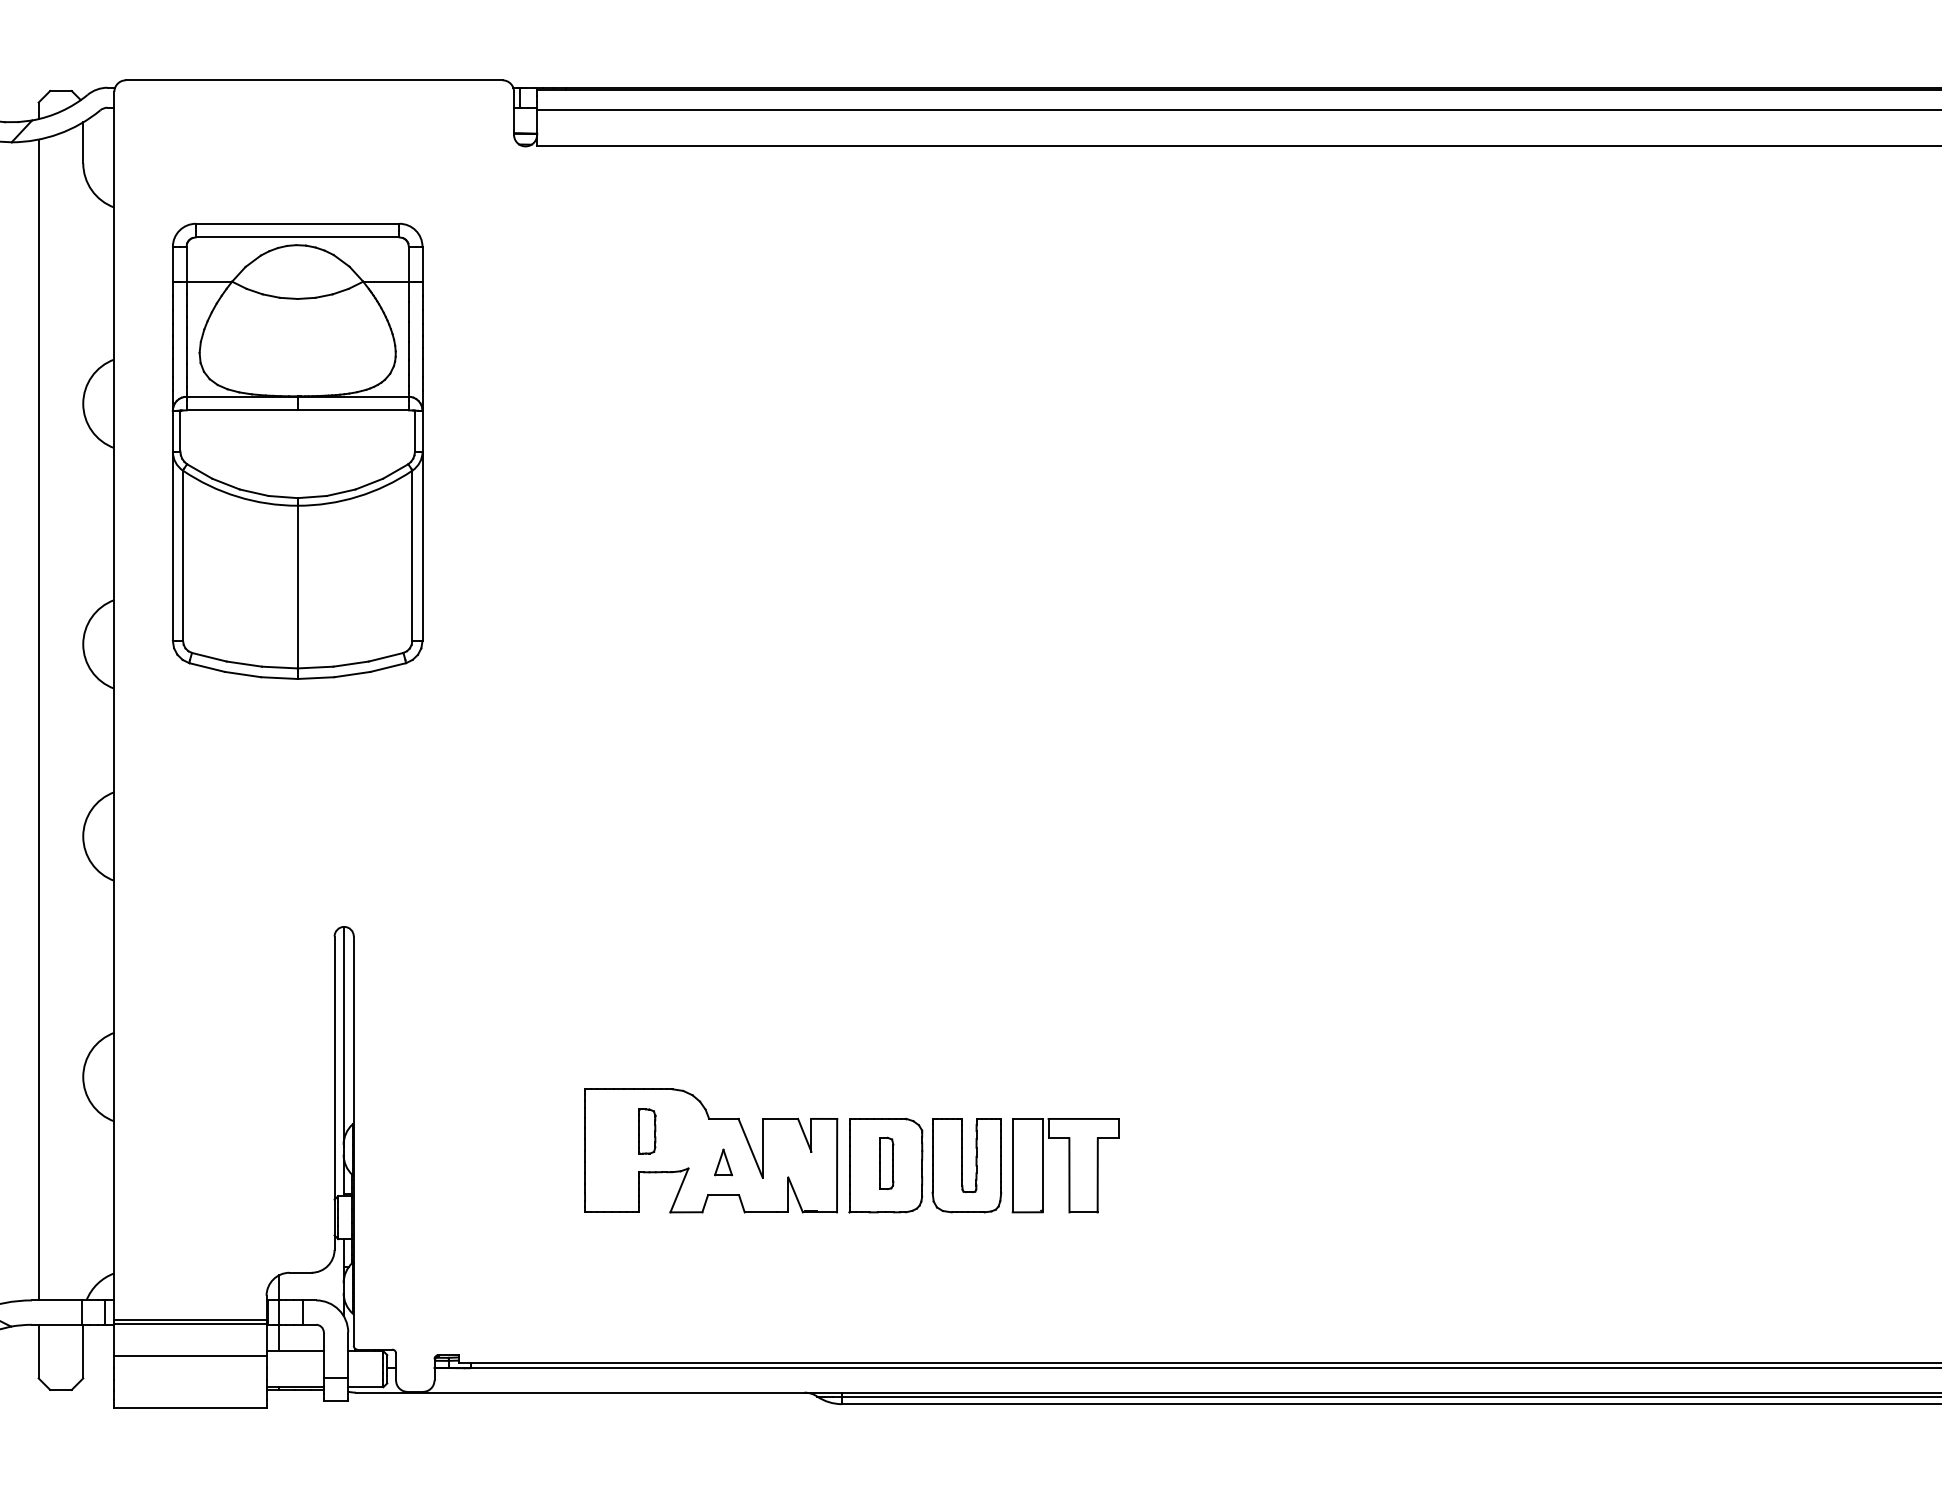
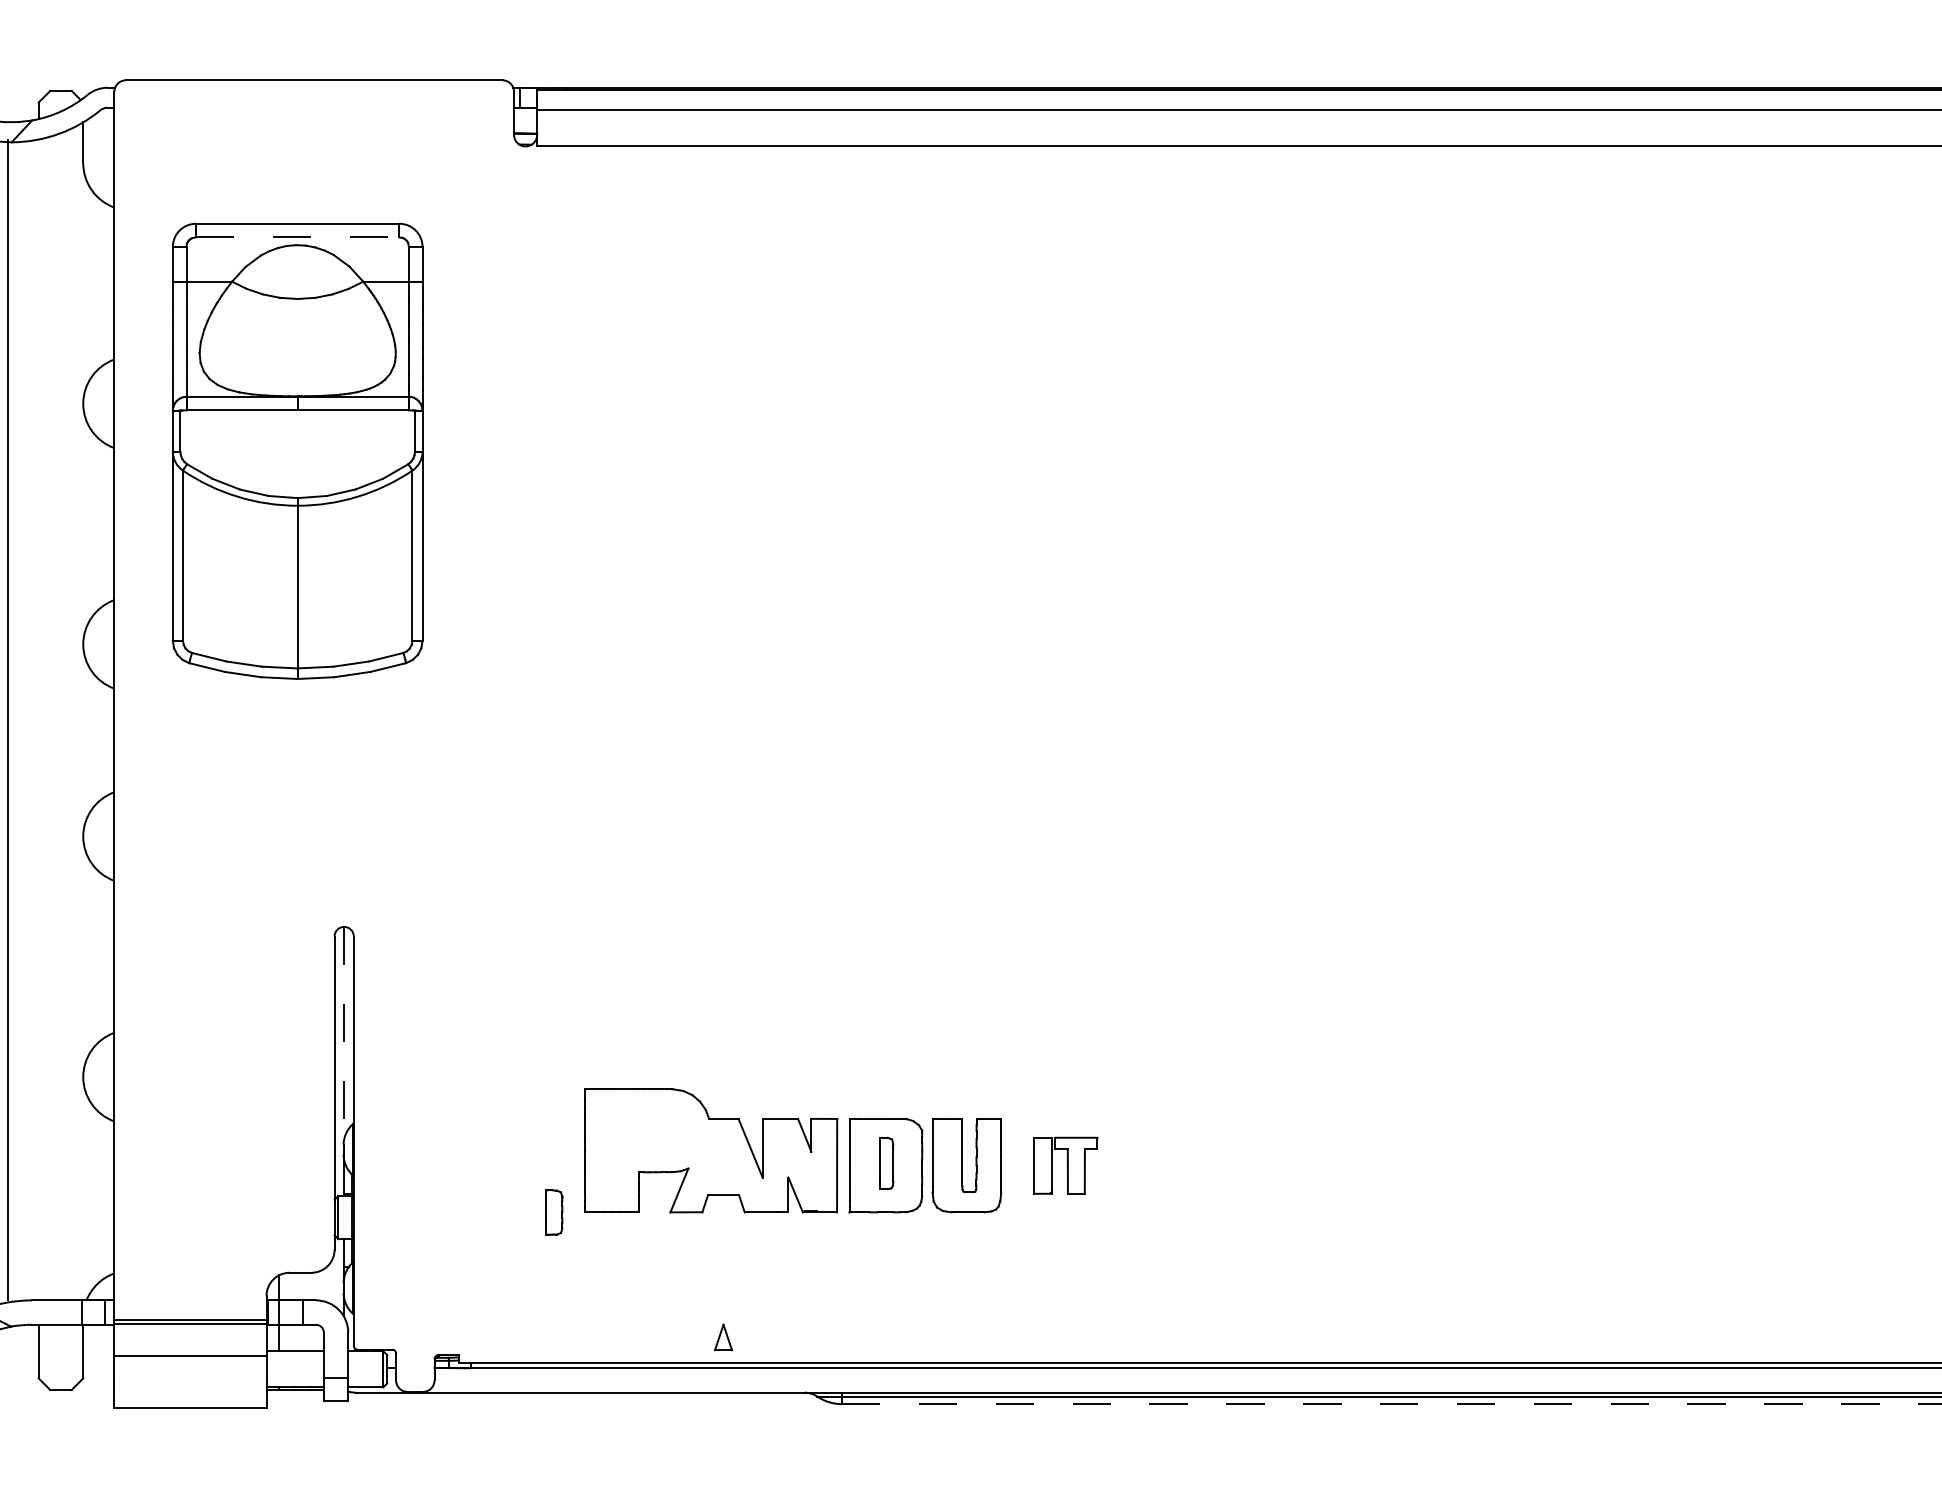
line at (297, 237): solid -> dashed
line at (38, 719) position: (38, 719) -> (7, 719)
line at (343, 1035): solid -> dashed
part at (647, 1131) position: (647, 1131) -> (554, 1212)
part at (723, 1162) position: (723, 1162) -> (723, 1337)
part at (1065, 1165) size: 109x96 px -> 66x59 px
line at (1391, 1404): solid -> dashed
